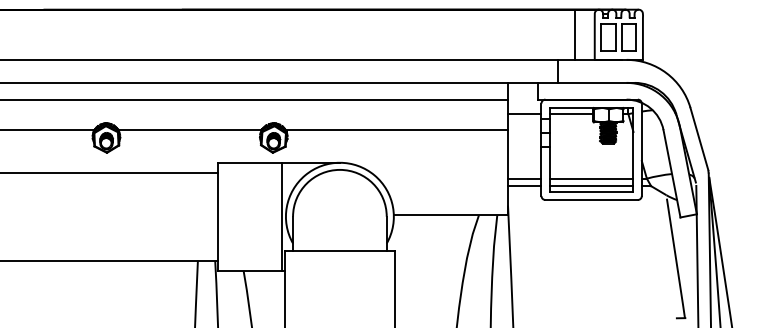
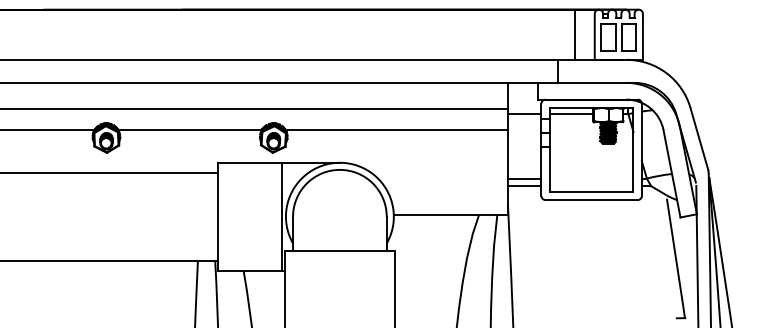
line at (255, 99) position: (255, 99) -> (255, 108)
line at (591, 178): present -> none
line at (591, 186): present -> none
